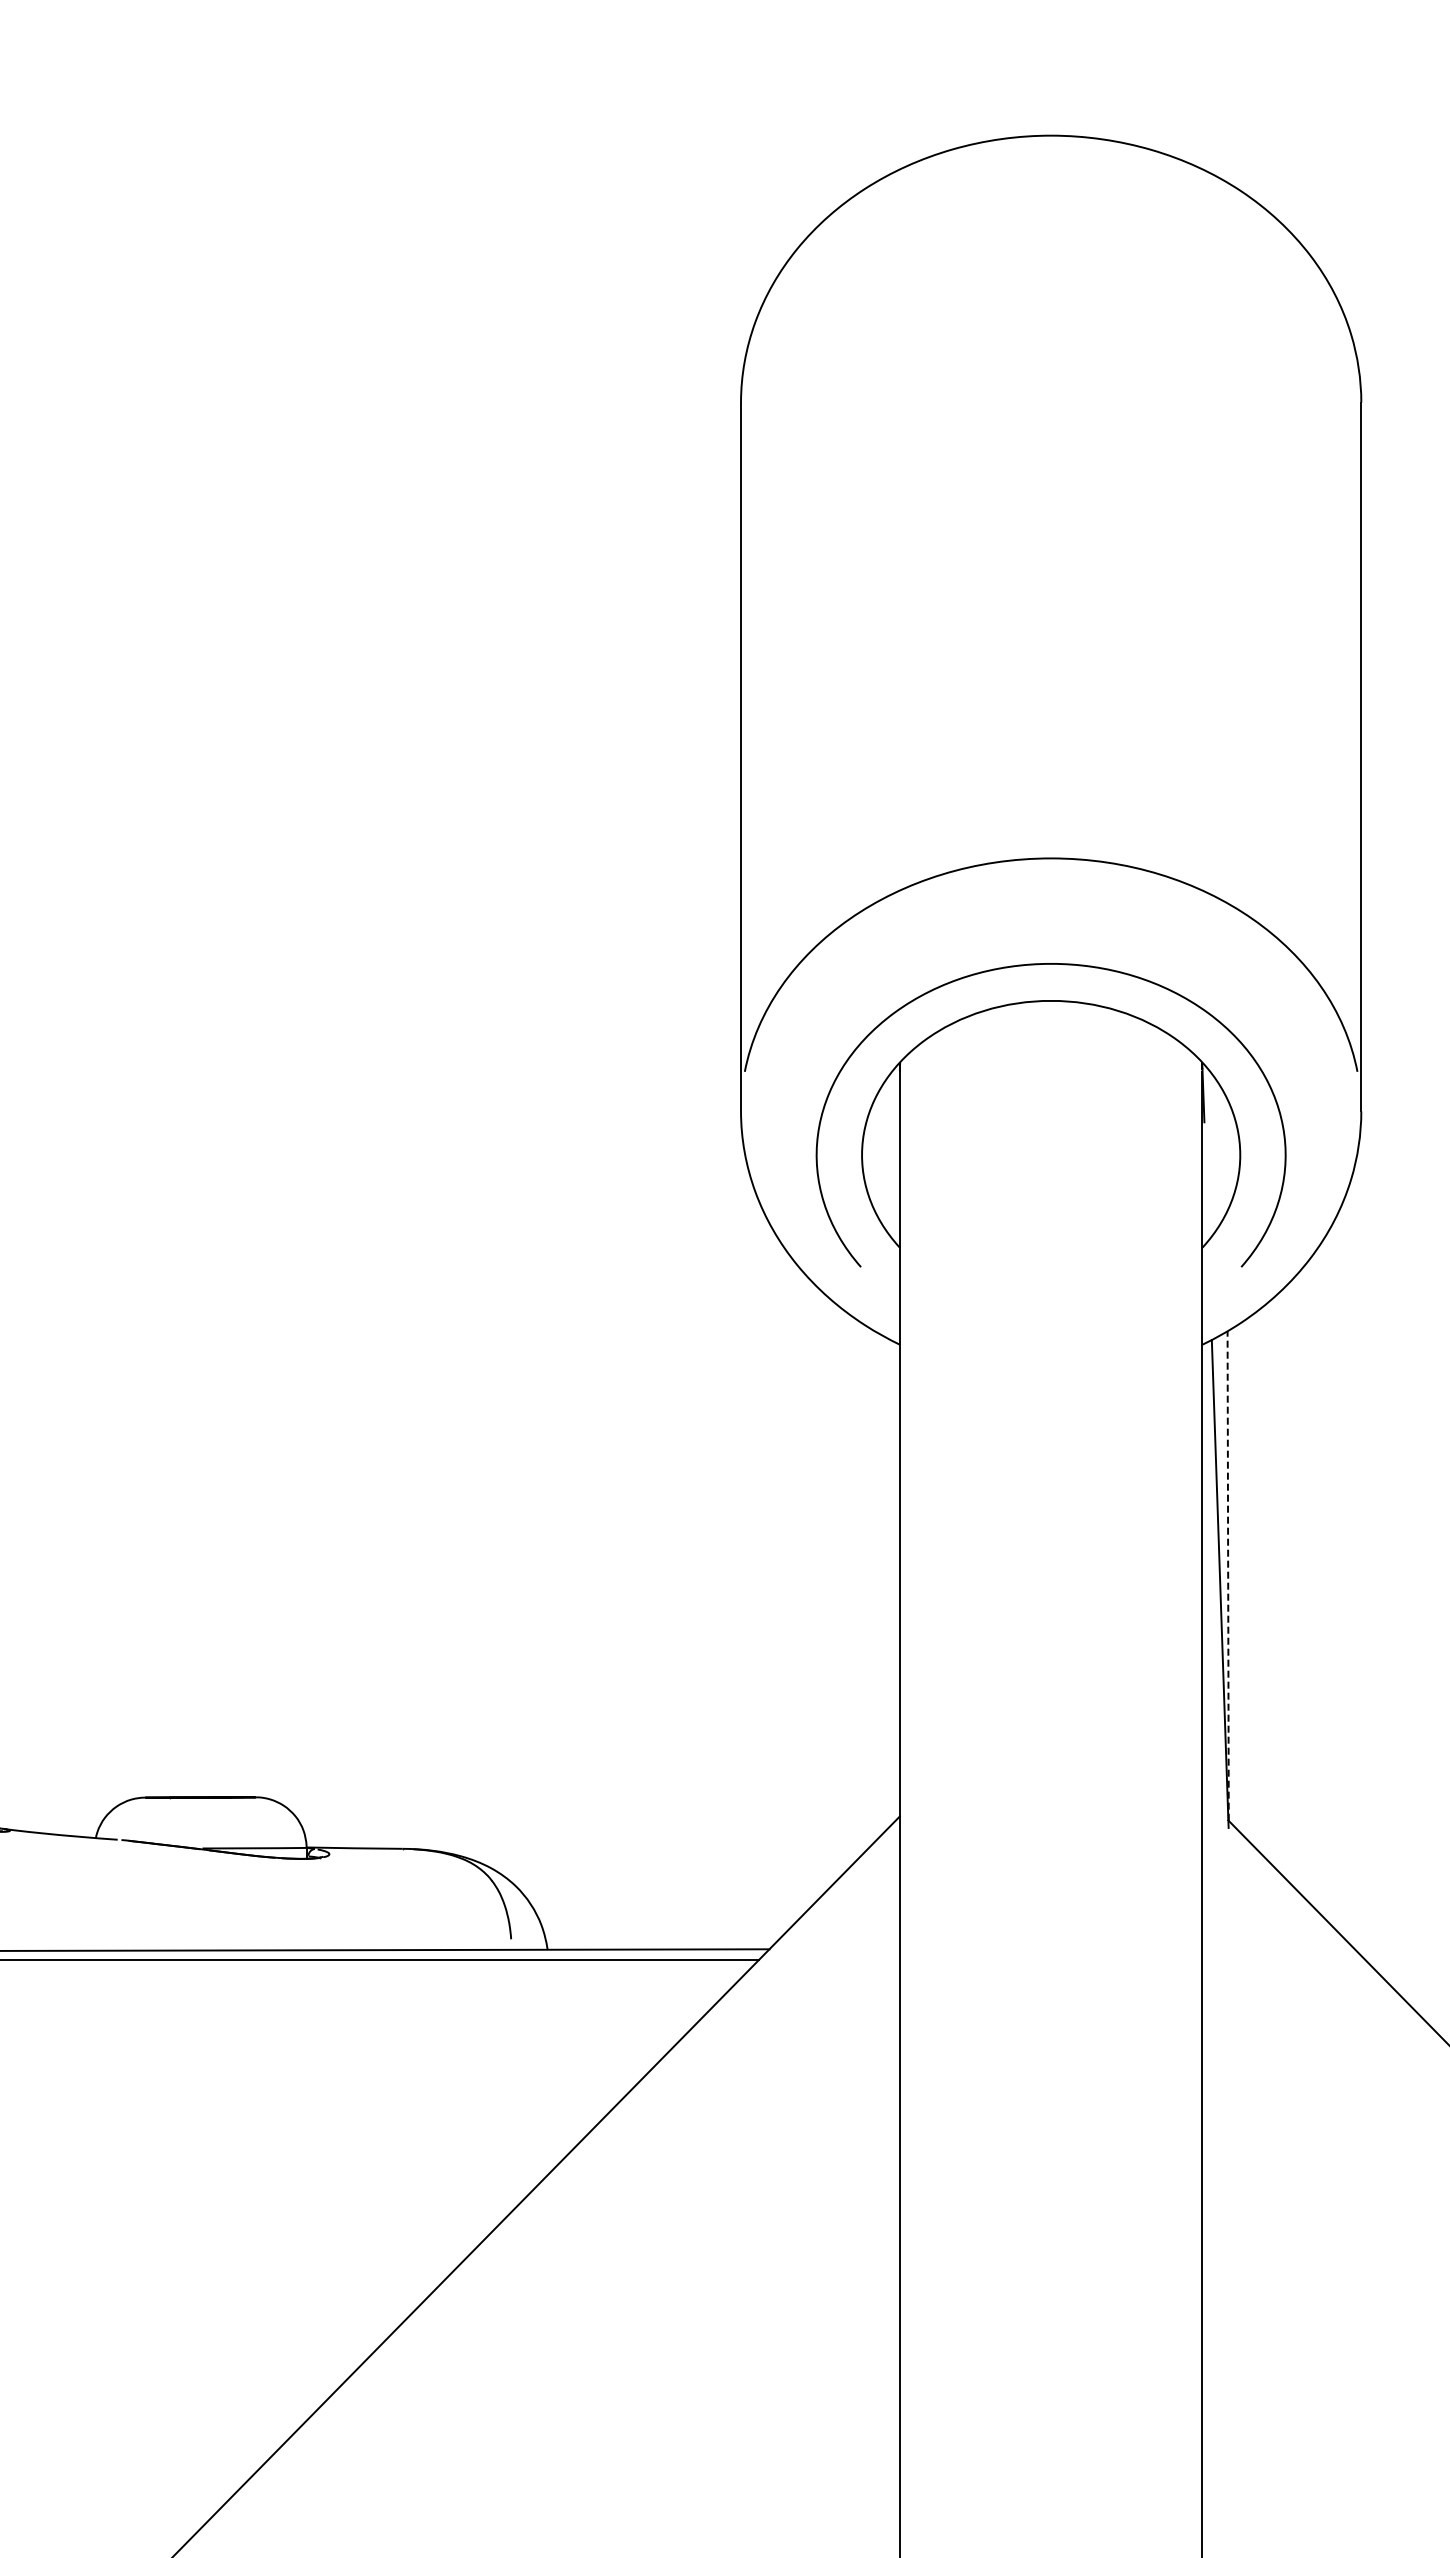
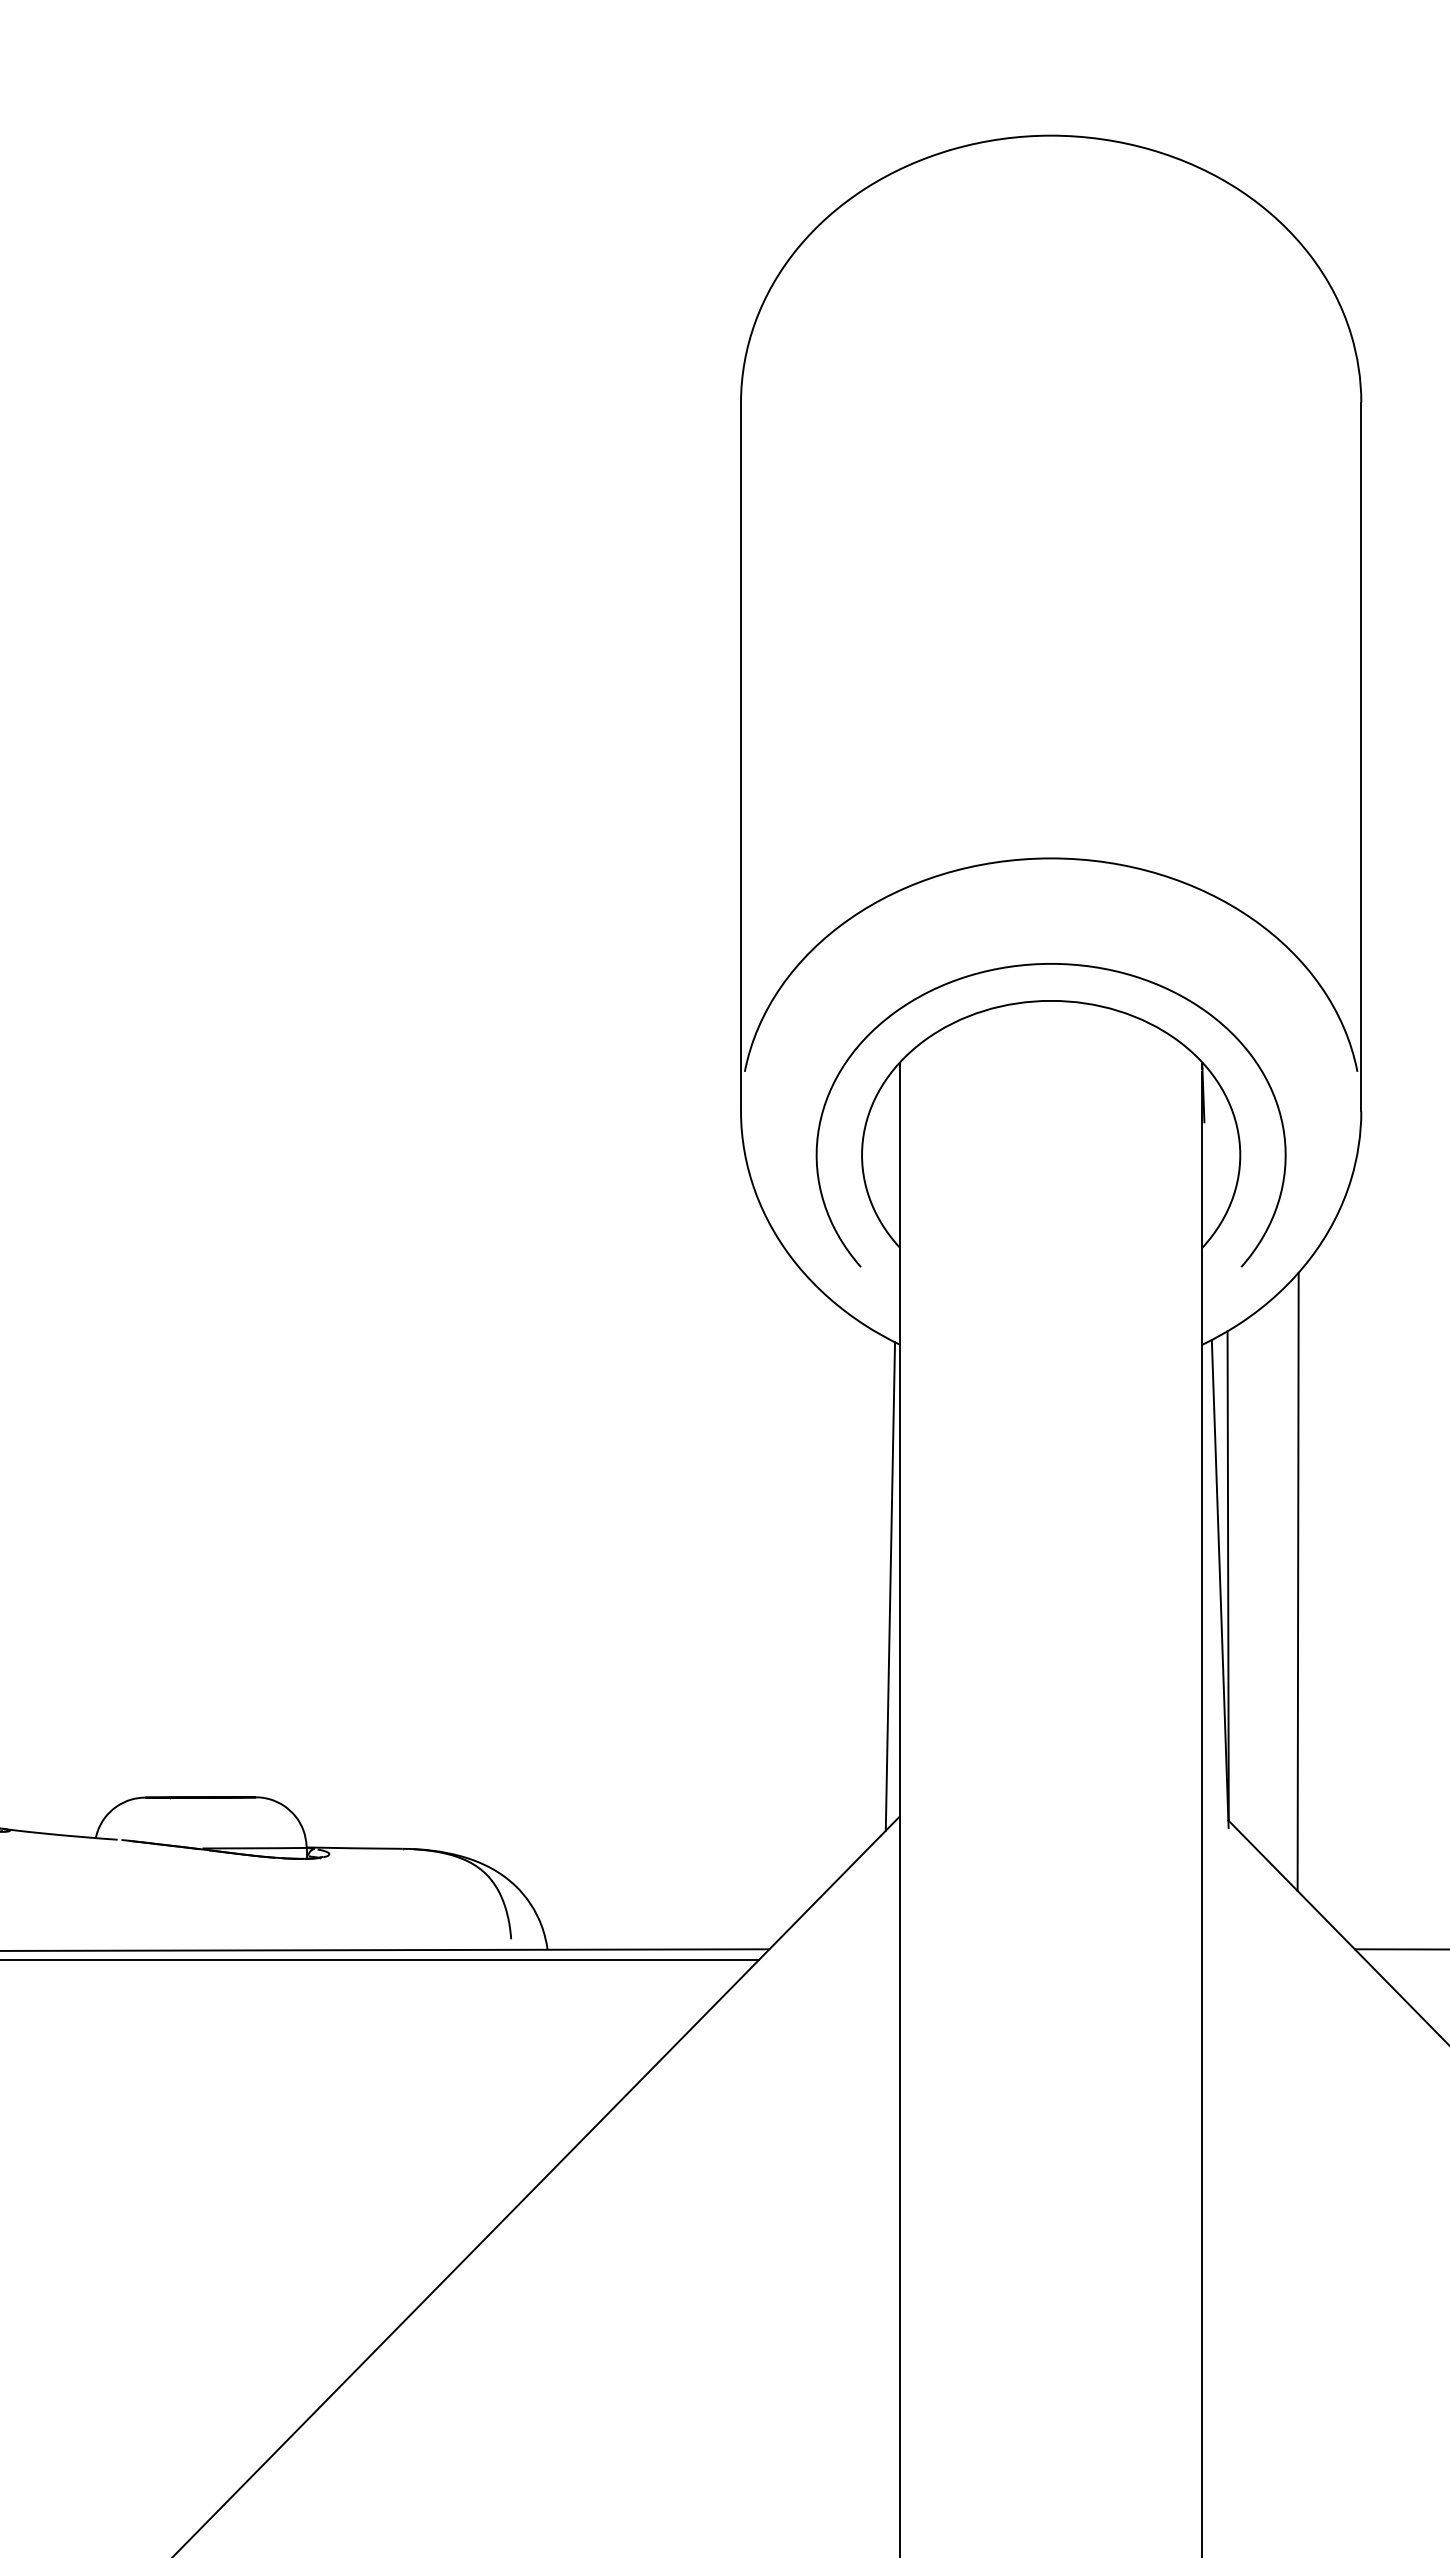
line at (1228, 1575): dashed -> solid
line at (1297, 1581): none -> present
line at (890, 1586): none -> present
line at (1400, 1949): none -> present
